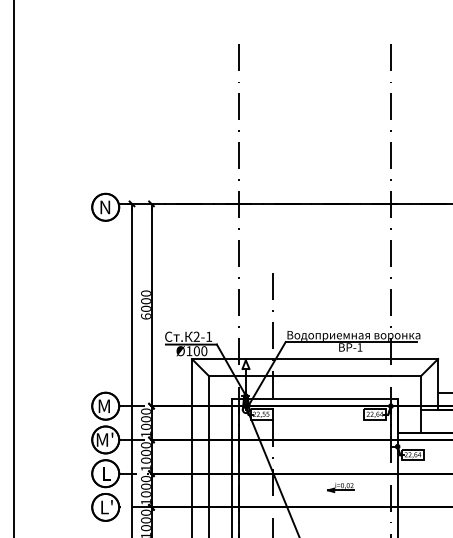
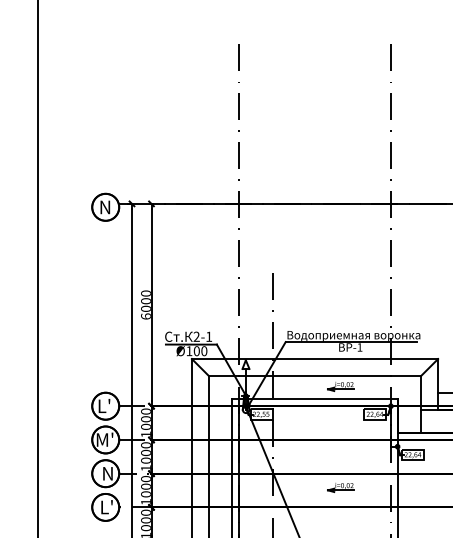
line at (13, 268) position: (13, 268) -> (37, 268)
part at (340, 386): none -> present
text at (105, 405): M -> L'
text at (107, 473): L -> N
